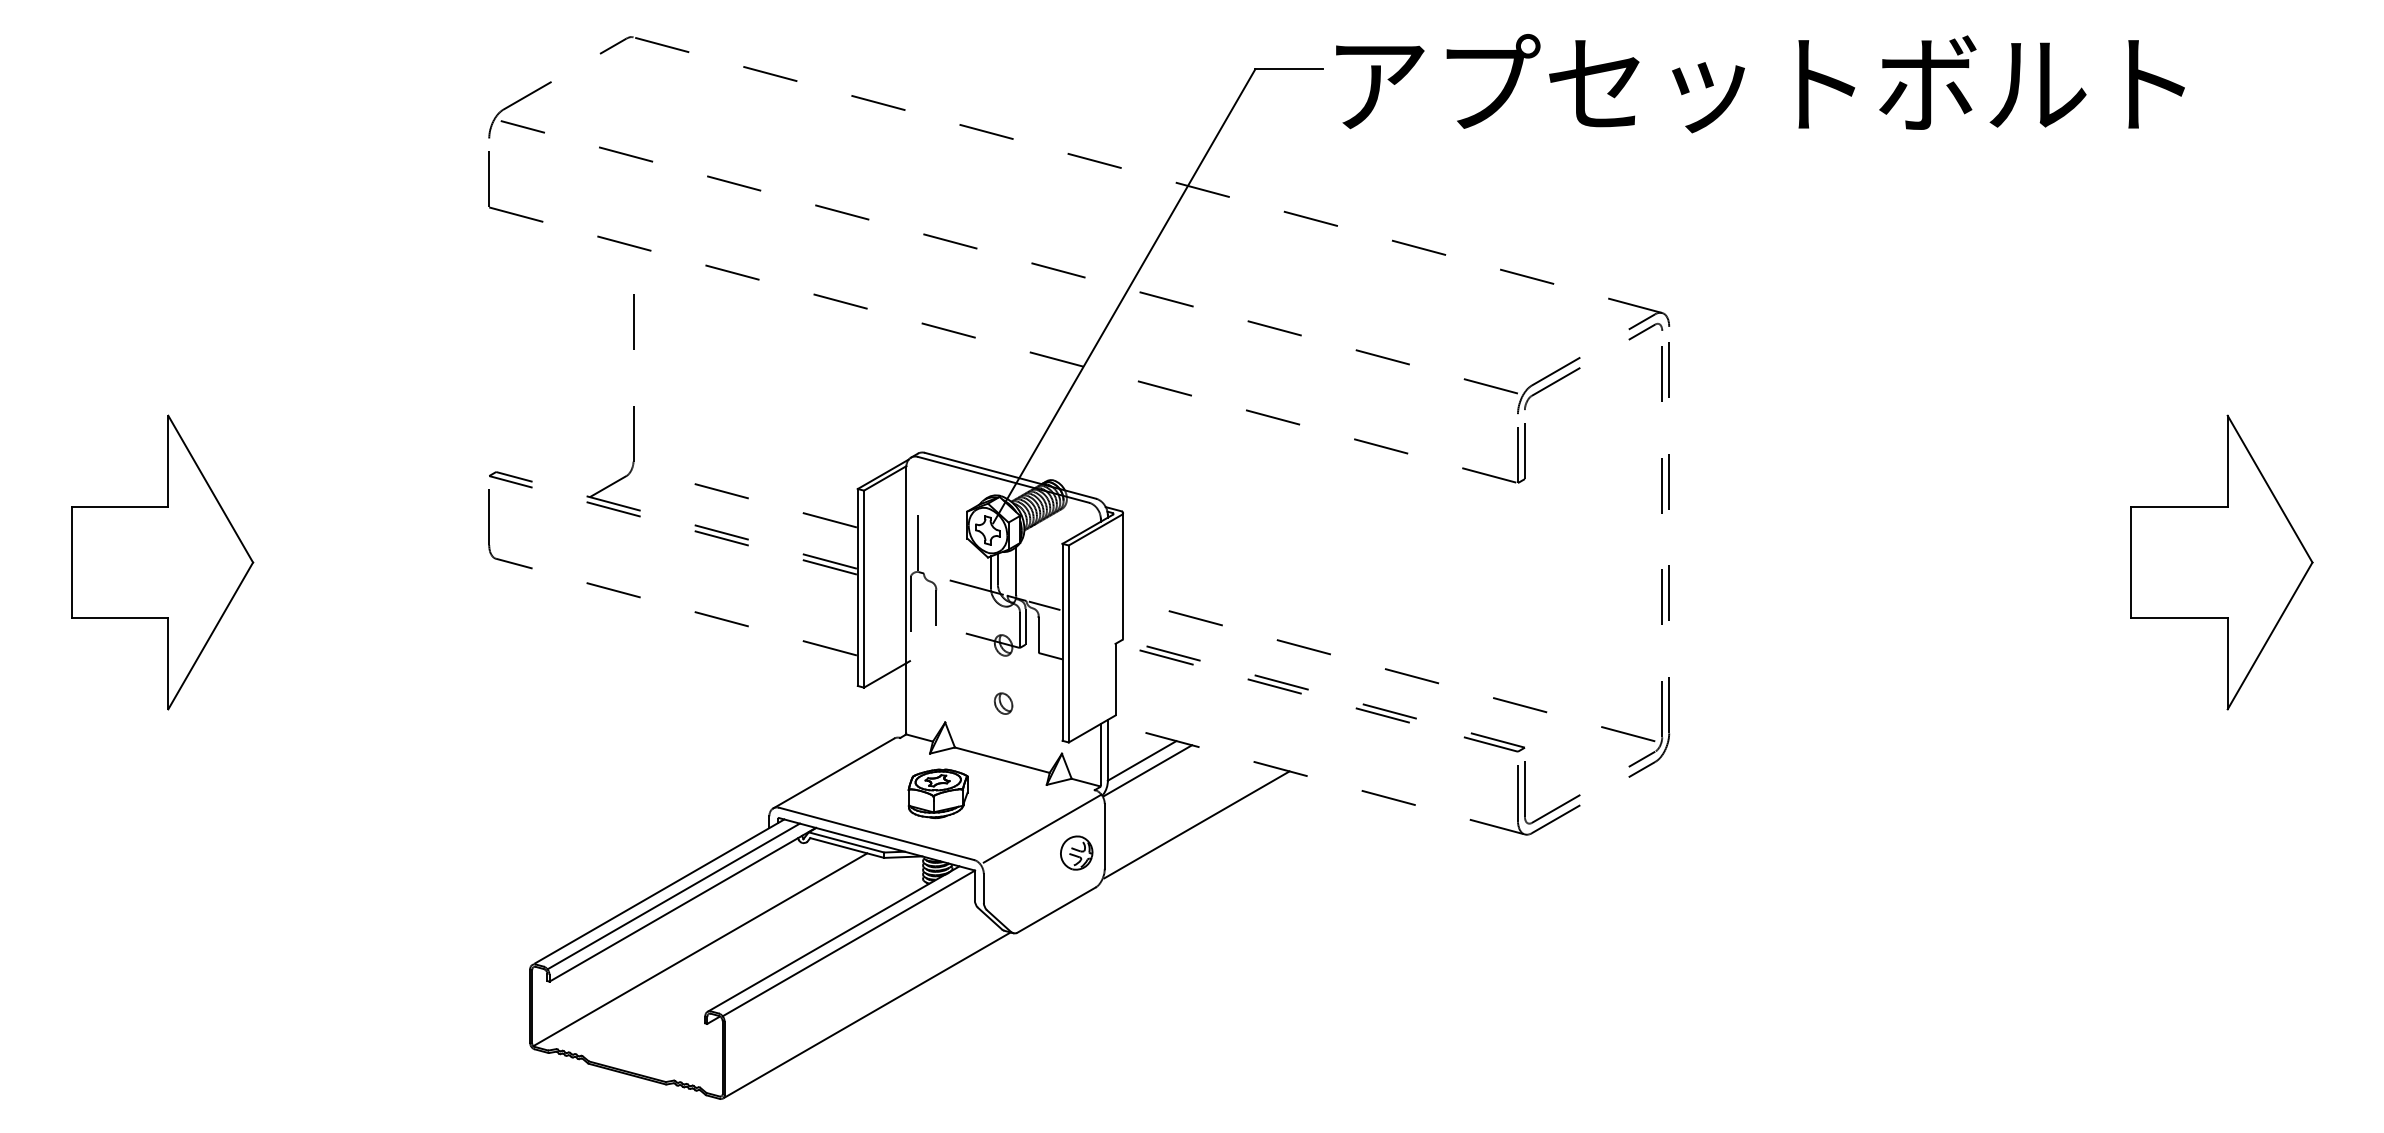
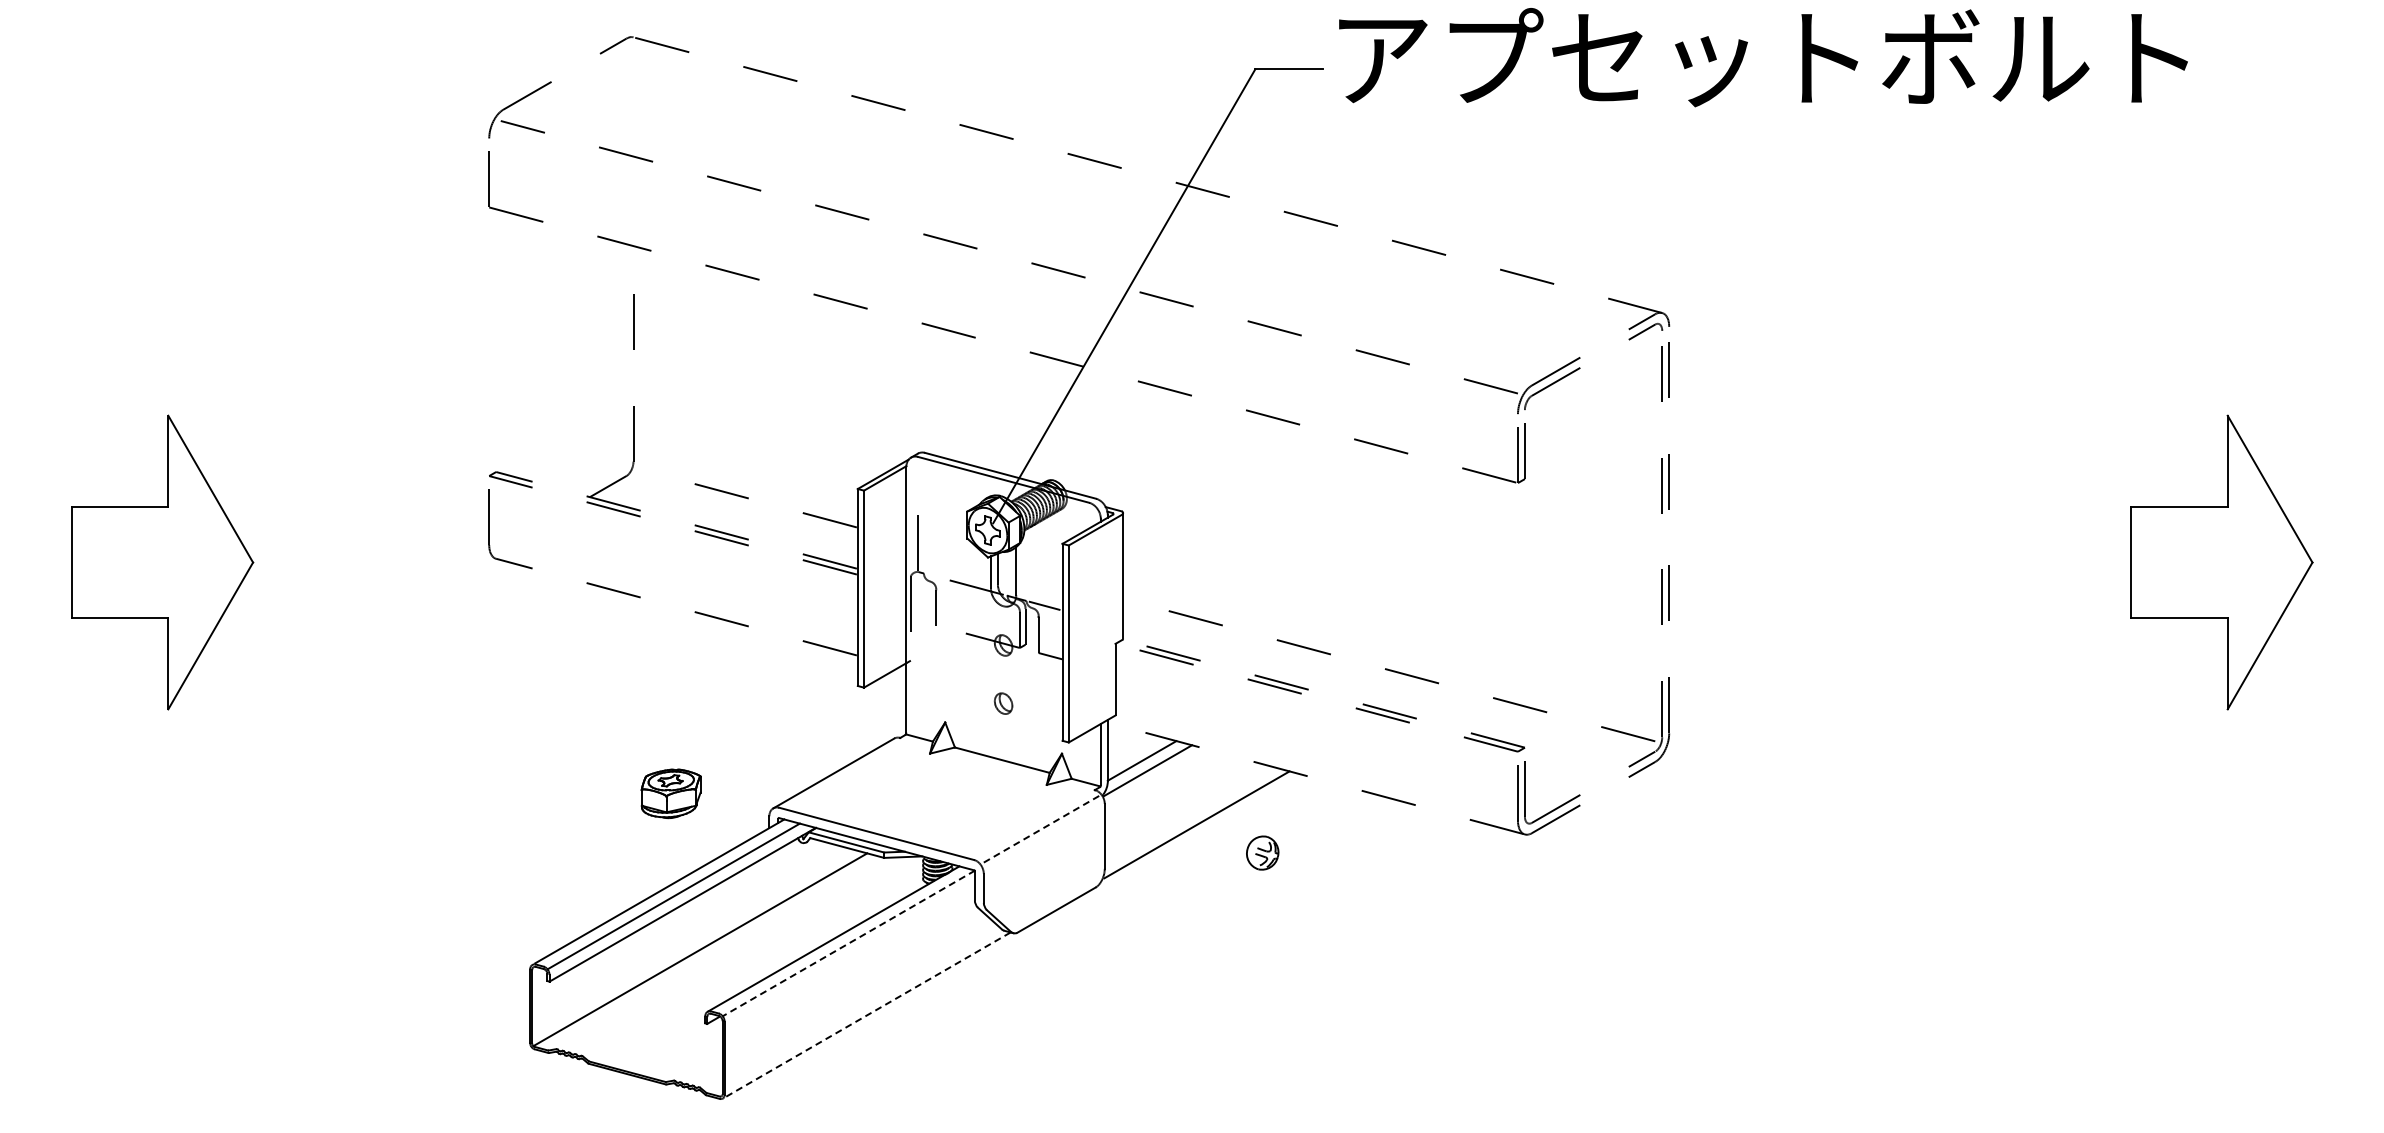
text at (1760, 83) position: (1760, 83) -> (1763, 57)
part at (937, 793) position: (937, 793) -> (670, 793)
line at (1042, 828): solid -> dashed
part at (1076, 852) position: (1076, 852) -> (1262, 852)
line at (848, 943): solid -> dashed
line at (867, 1015): solid -> dashed
